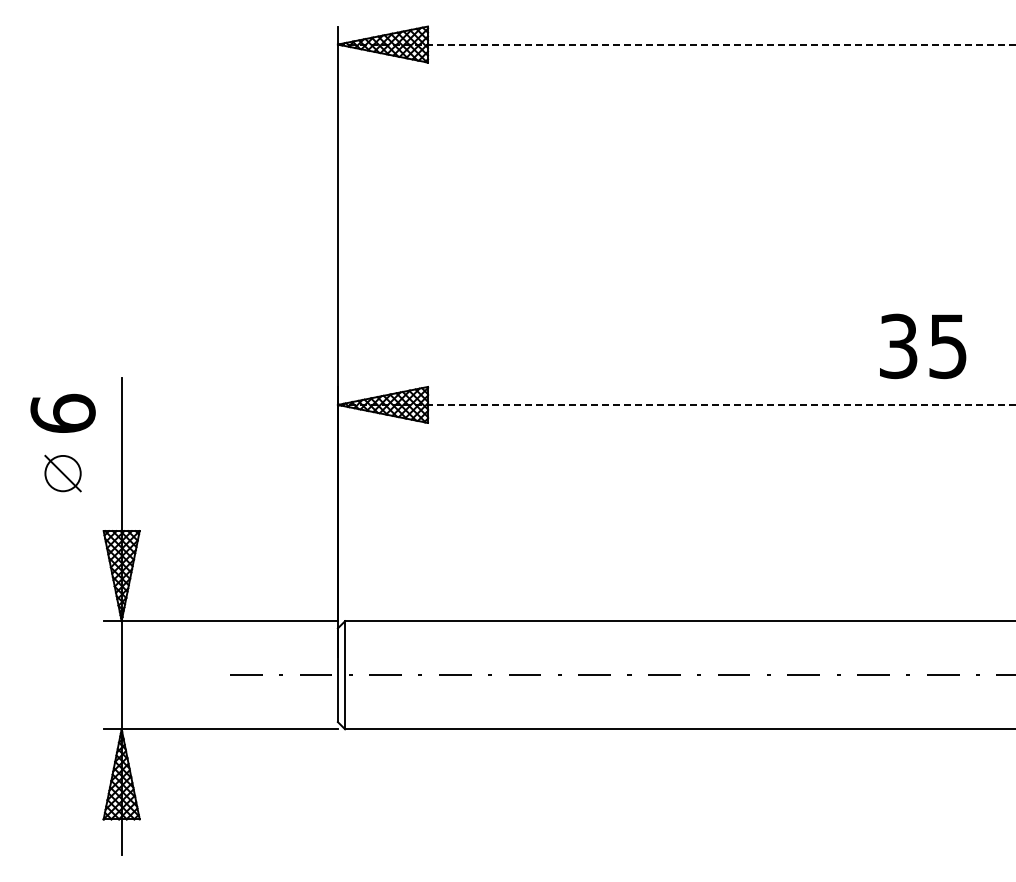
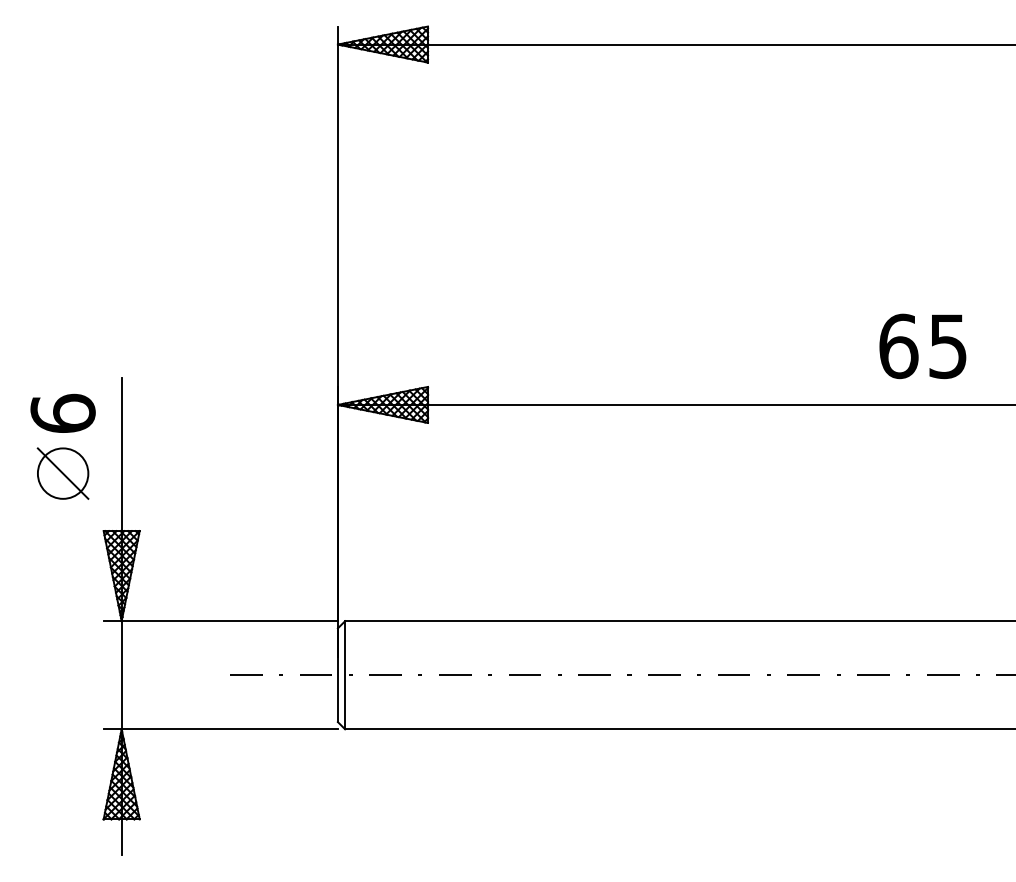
line at (676, 44): dashed -> solid
text at (898, 346): 35 -> 65
line at (676, 404): dashed -> solid
part at (62, 473) size: 38x39 px -> 54x53 px
